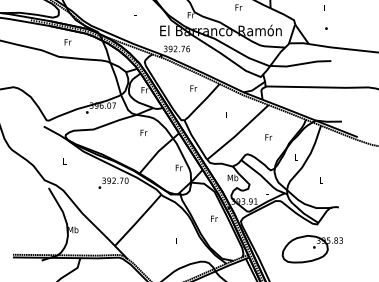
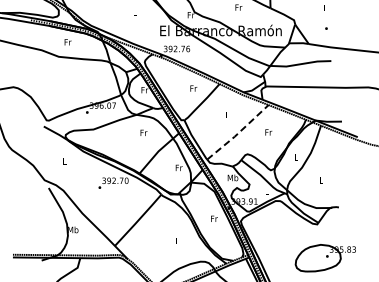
line at (238, 133): solid -> dashed
text at (268, 137) position: (268, 137) -> (268, 132)
part at (311, 249) position: (311, 249) -> (324, 258)
